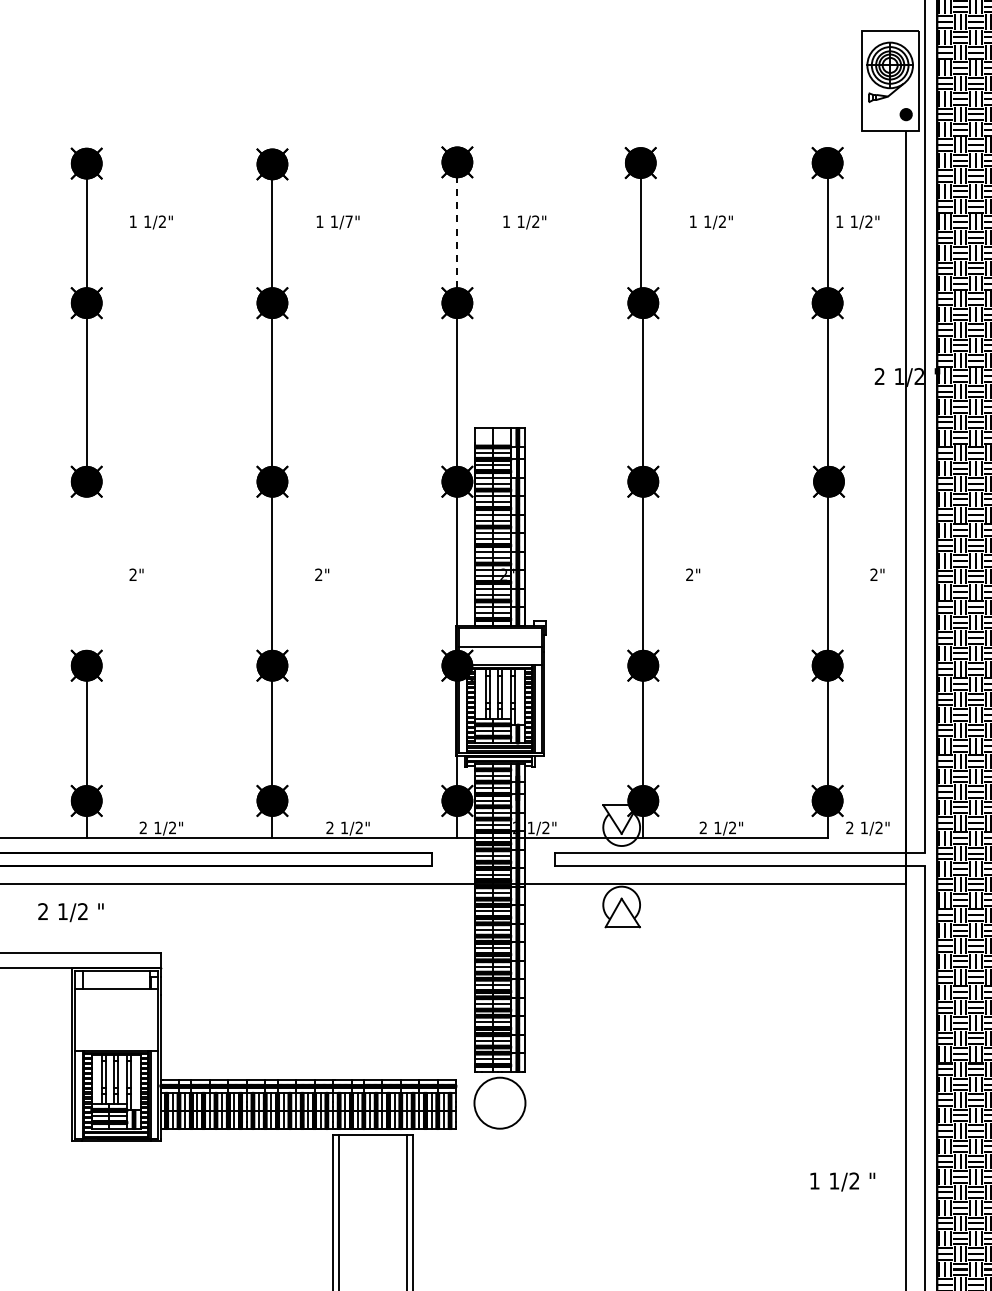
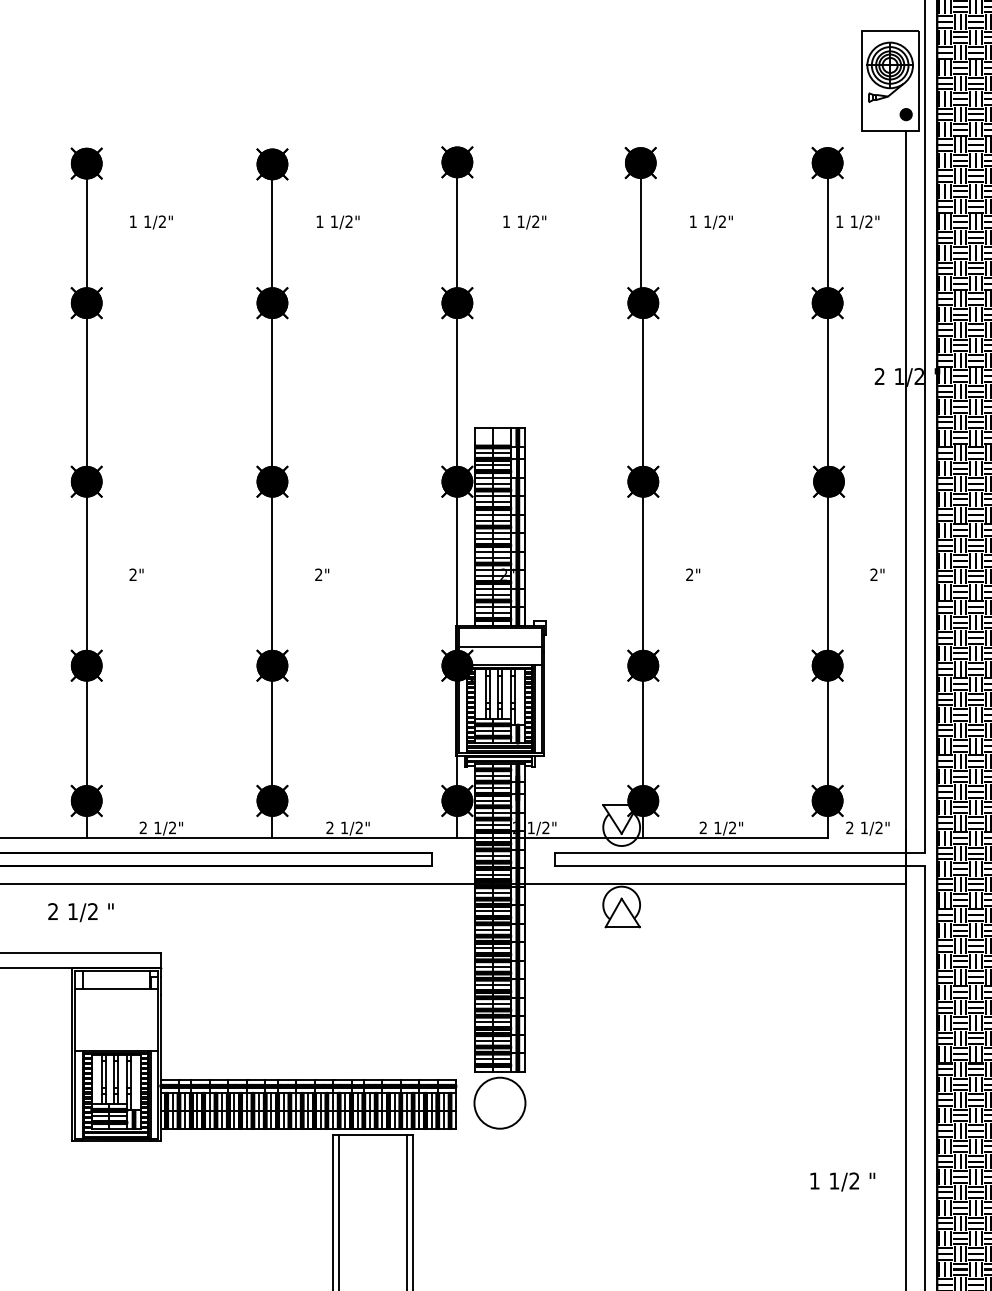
text at (348, 221): 1/7" -> 1/2"
line at (457, 232): dashed -> solid
line at (86, 573): none -> present
text at (70, 912) position: (70, 912) -> (80, 912)
